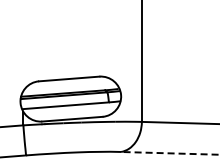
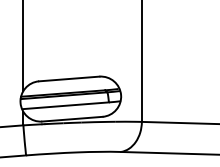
line at (23, 46): none -> present
line at (169, 153): dashed -> solid
